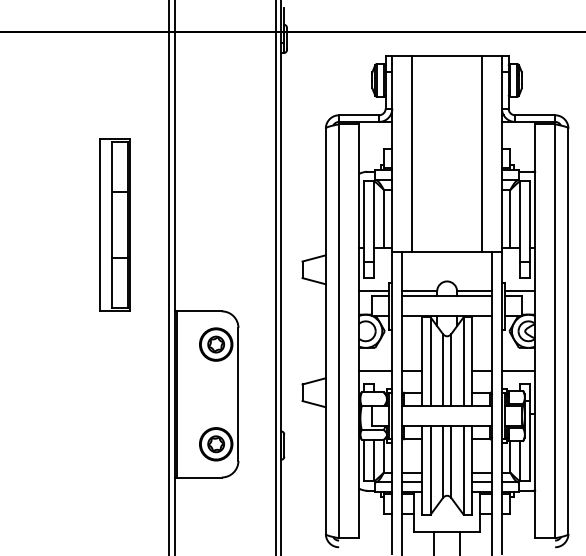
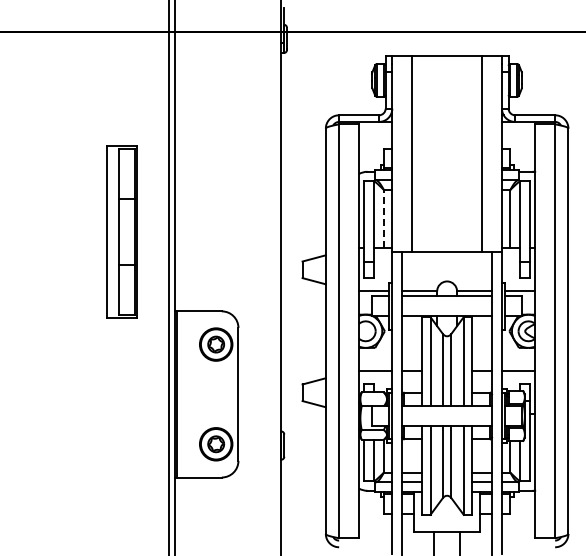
line at (384, 218): solid -> dashed
part at (114, 224) position: (114, 224) -> (121, 231)
line at (275, 277): present -> none
